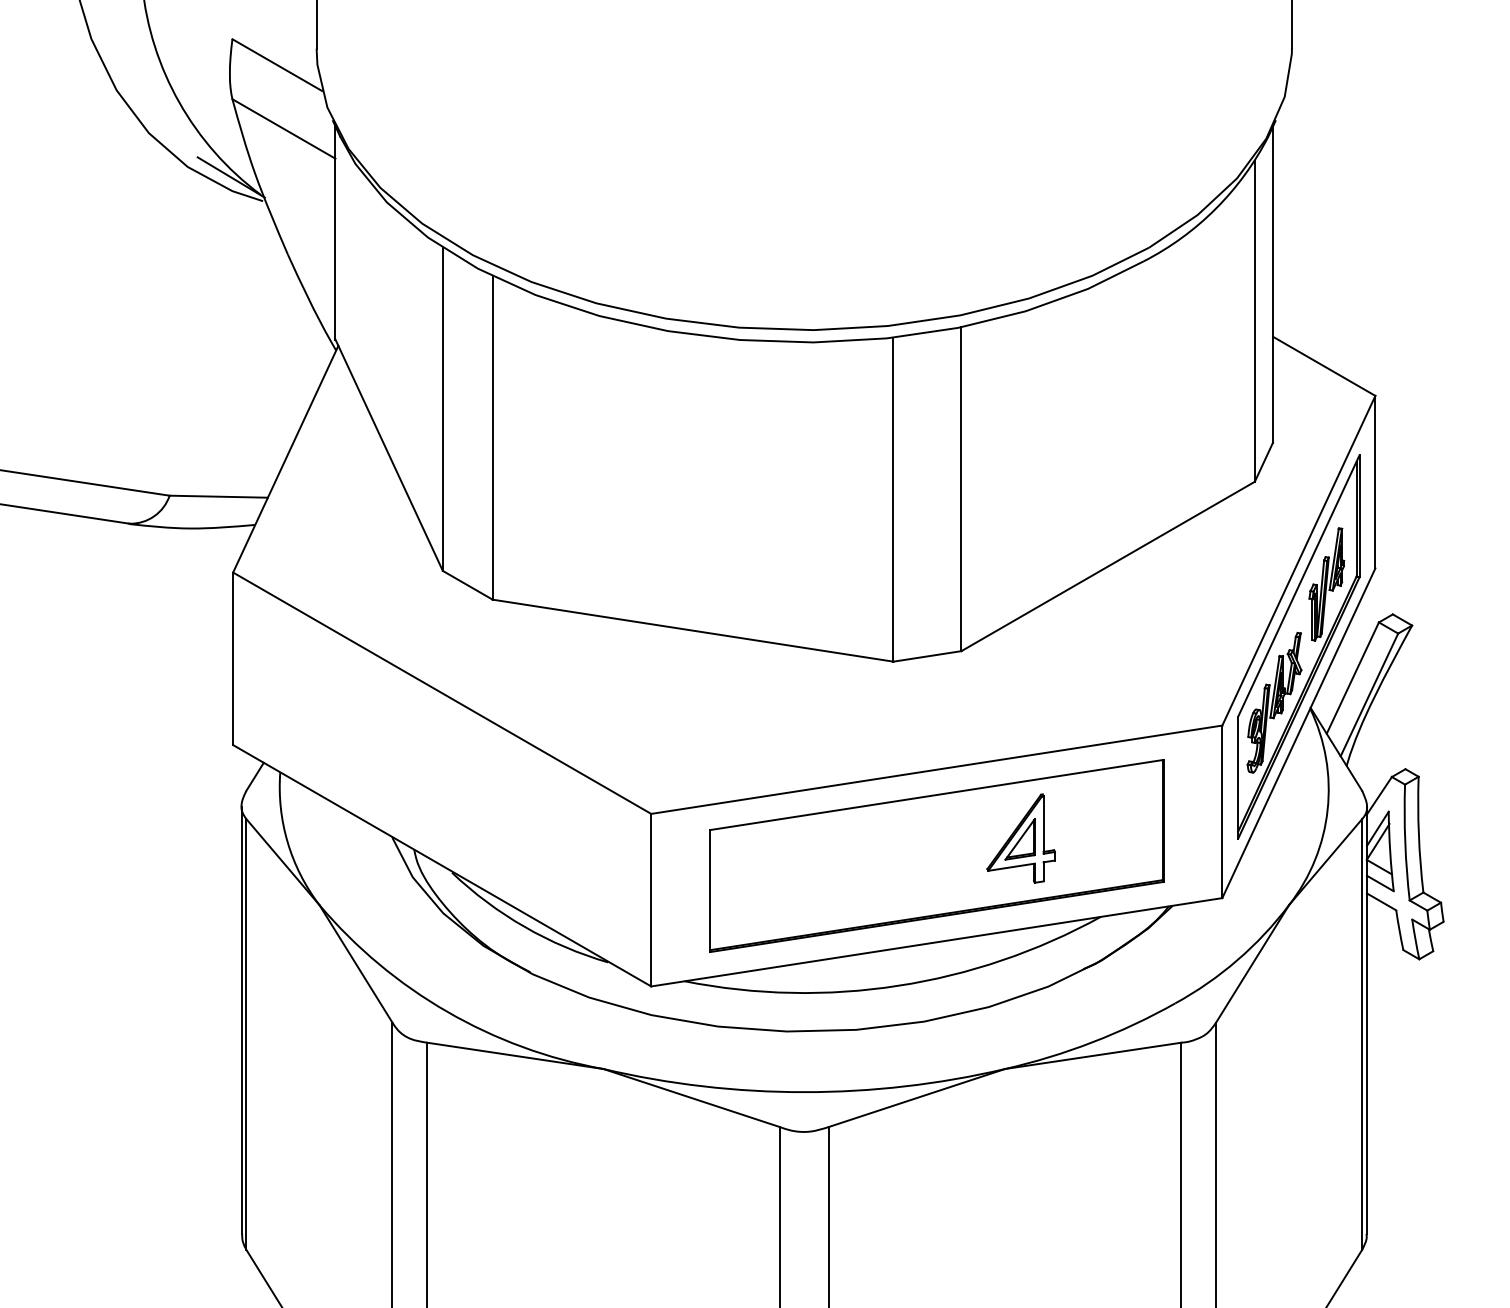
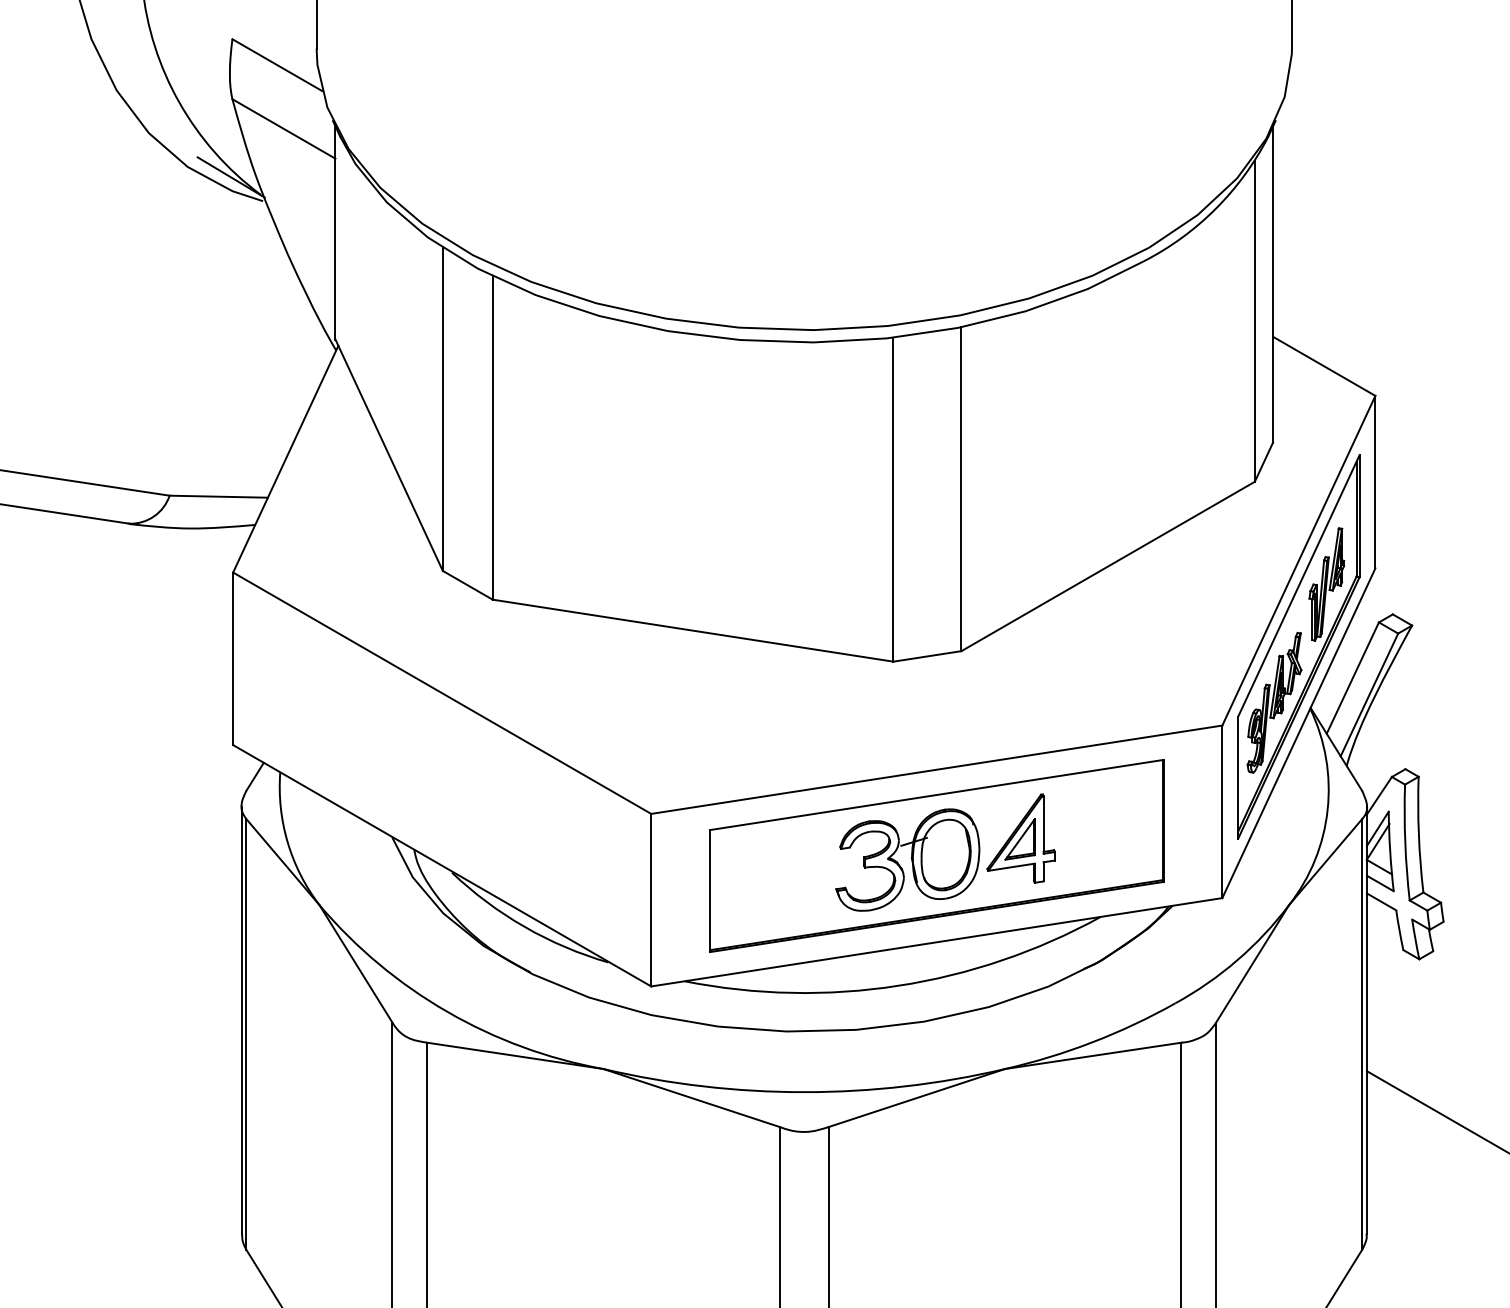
part at (907, 859): none -> present
line at (1436, 1111): none -> present
